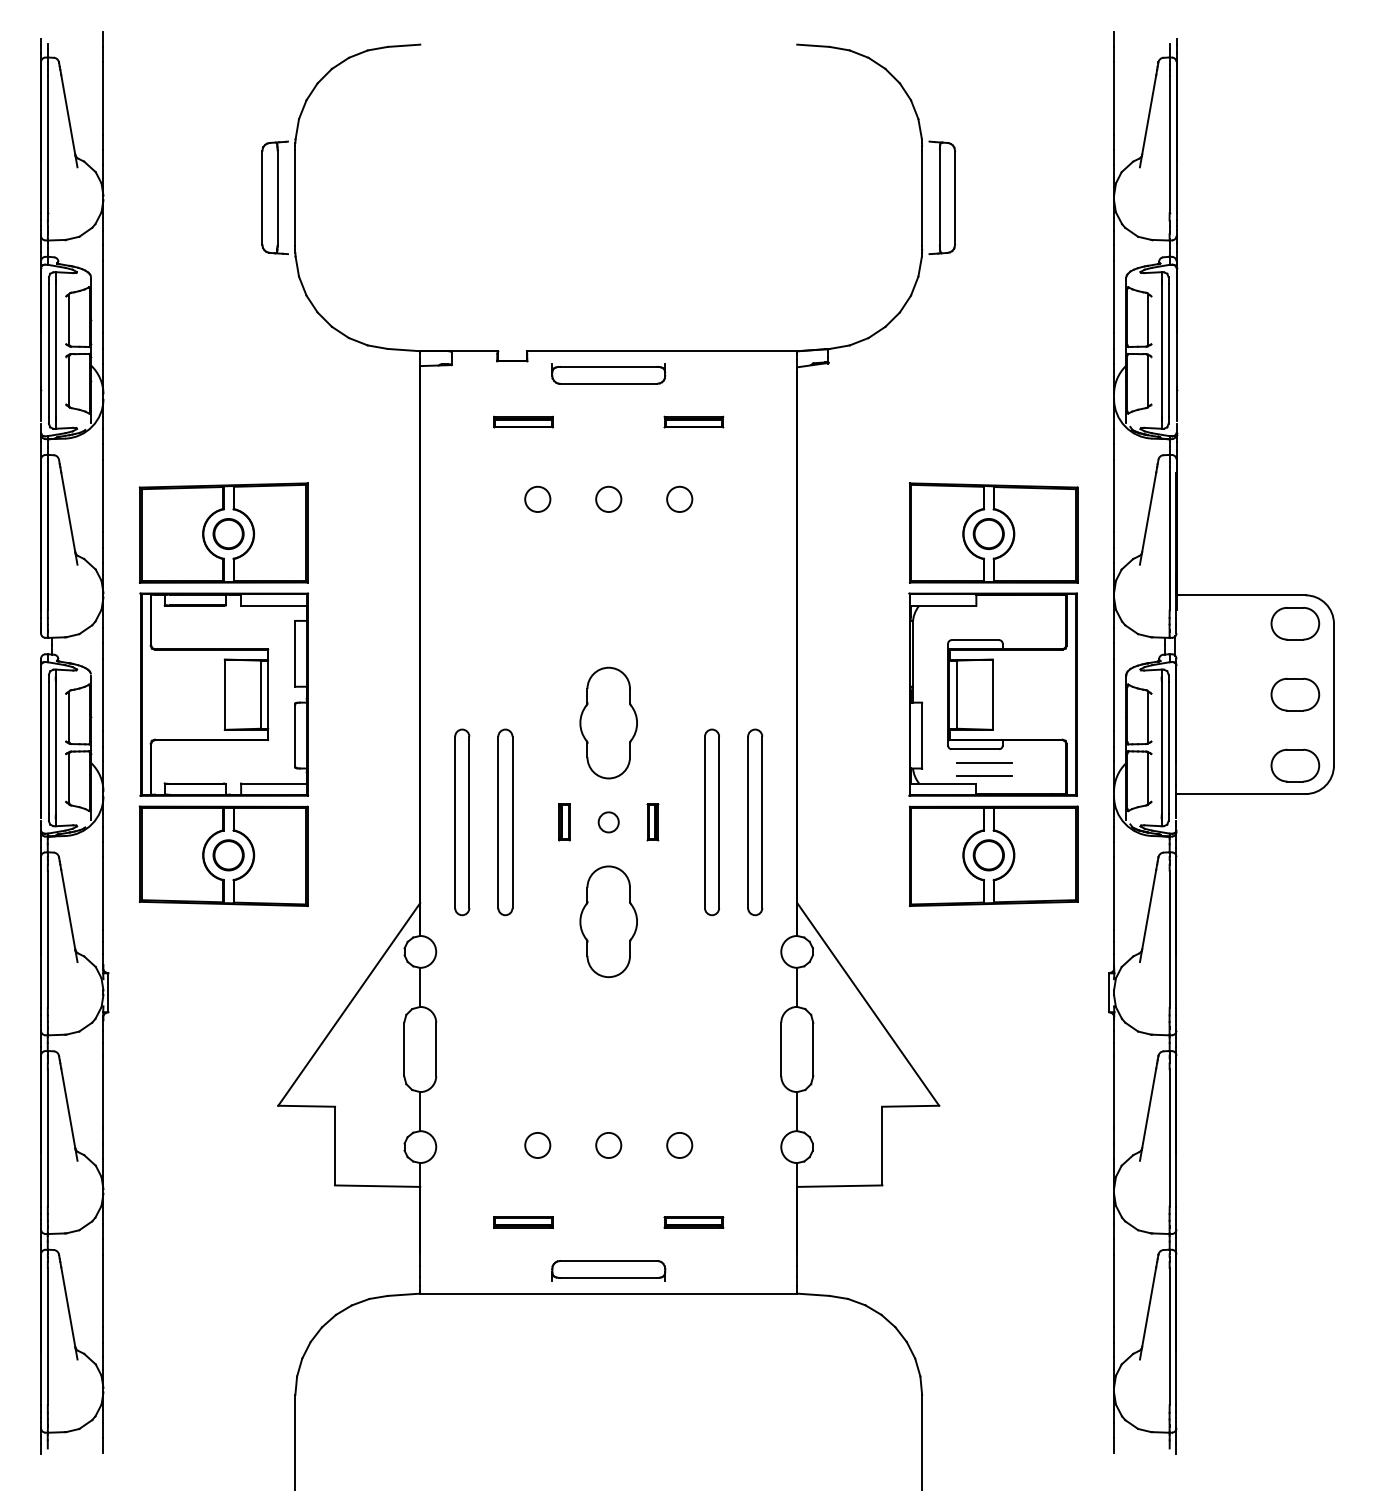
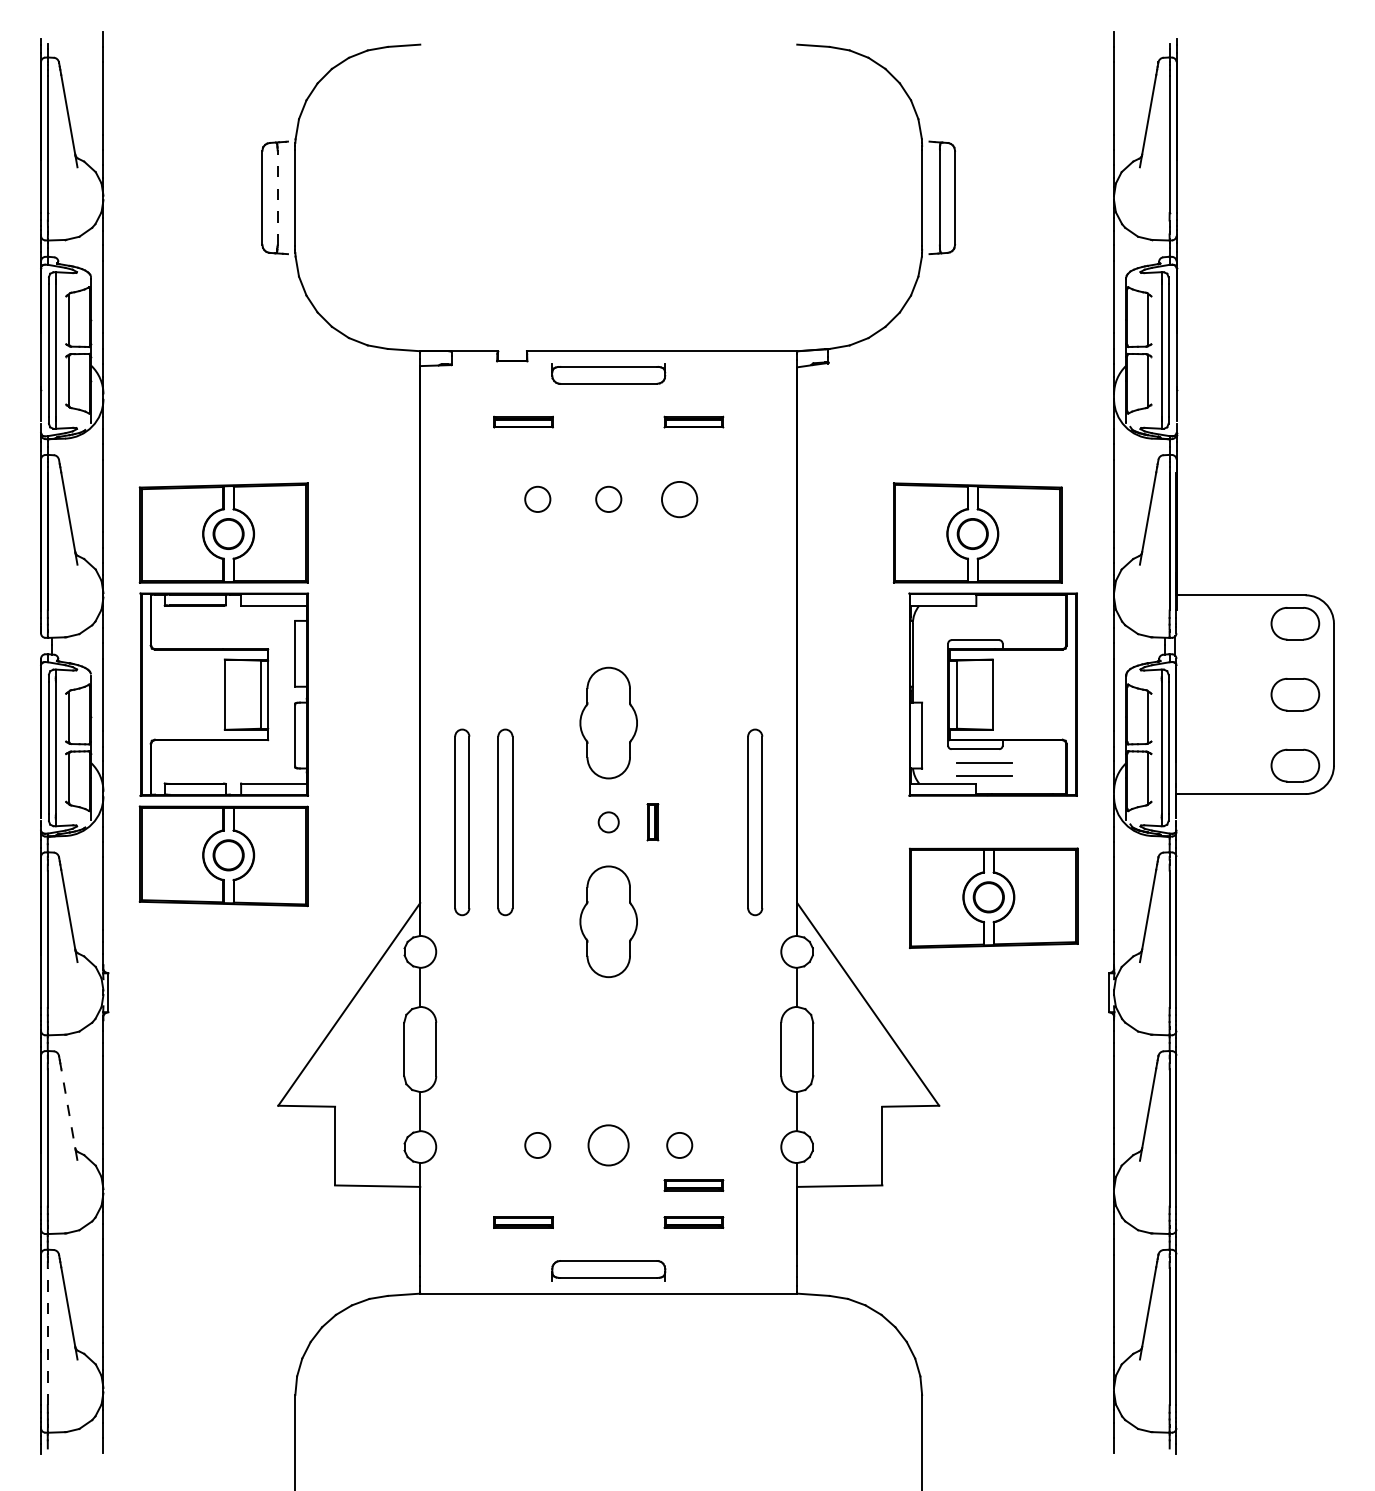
line at (277, 197): solid -> dashed
circle at (679, 498) size: 28x28 px -> 38x38 px
part at (993, 532) position: (993, 532) -> (977, 532)
part at (564, 822): present -> none
part at (711, 822): present -> none
part at (993, 855) position: (993, 855) -> (993, 897)
line at (69, 1114): solid -> dashed
circle at (608, 1145) size: 28x27 px -> 43x43 px
part at (693, 1185): none -> present
line at (47, 1336): solid -> dashed
